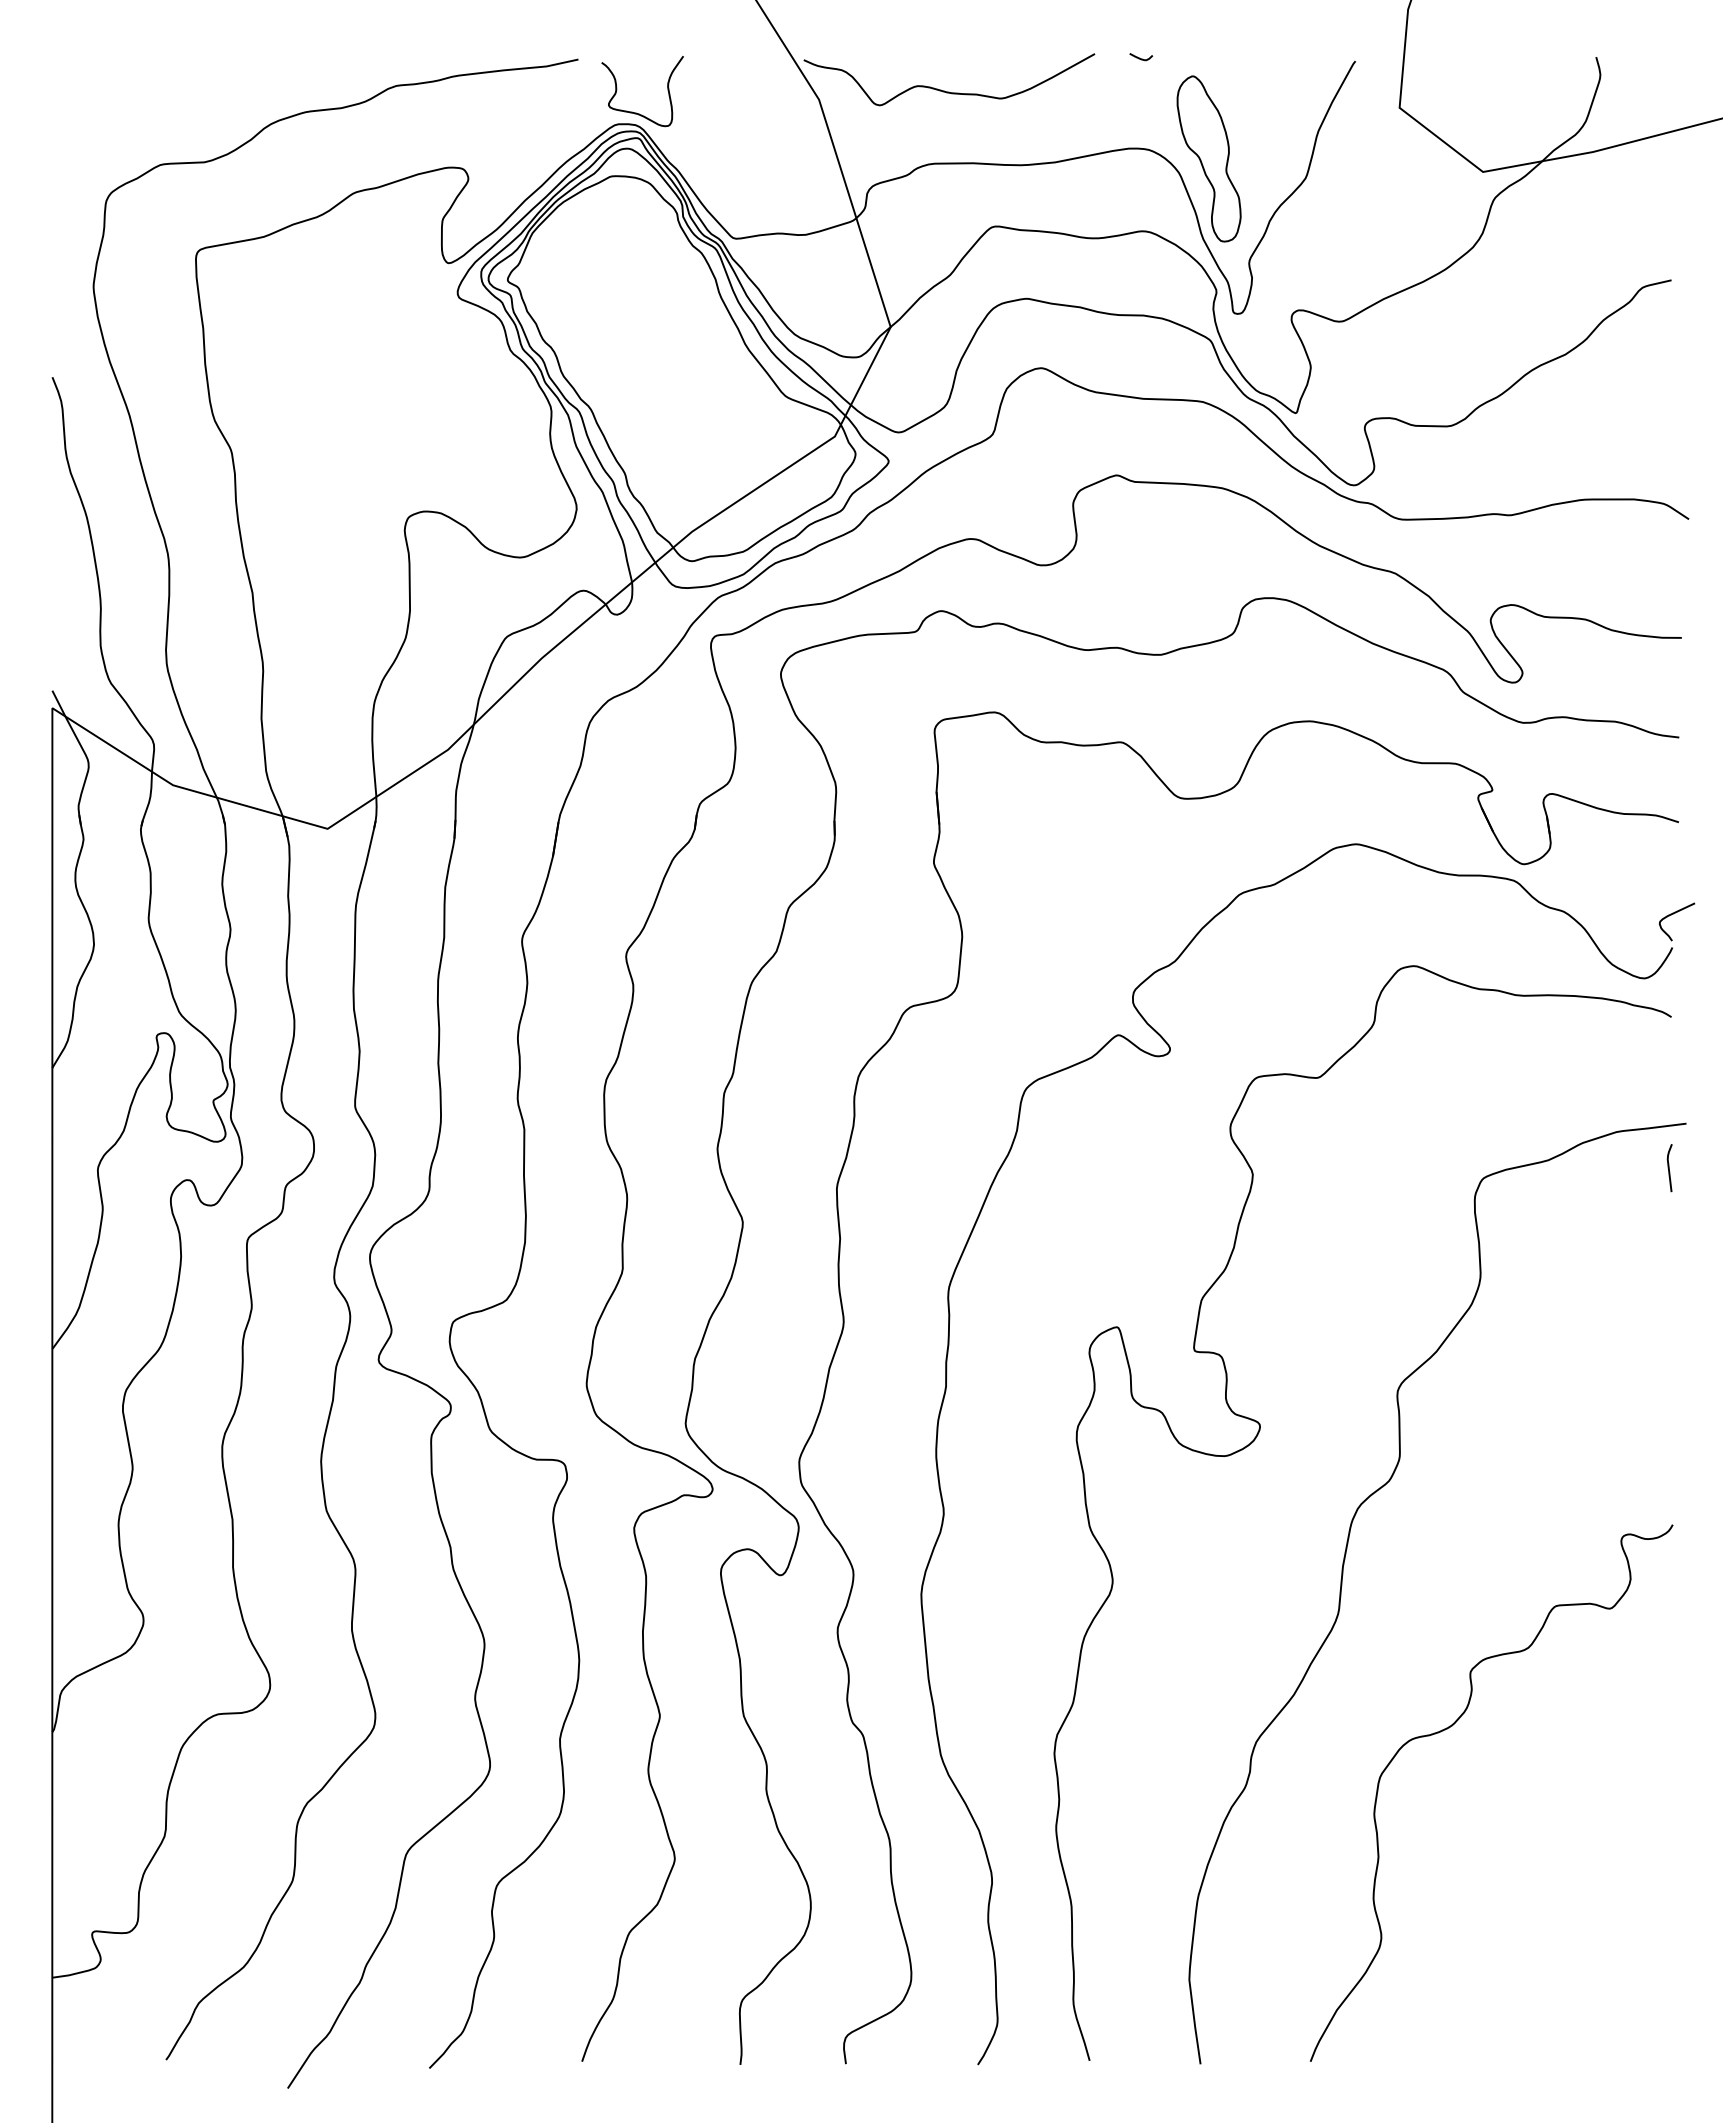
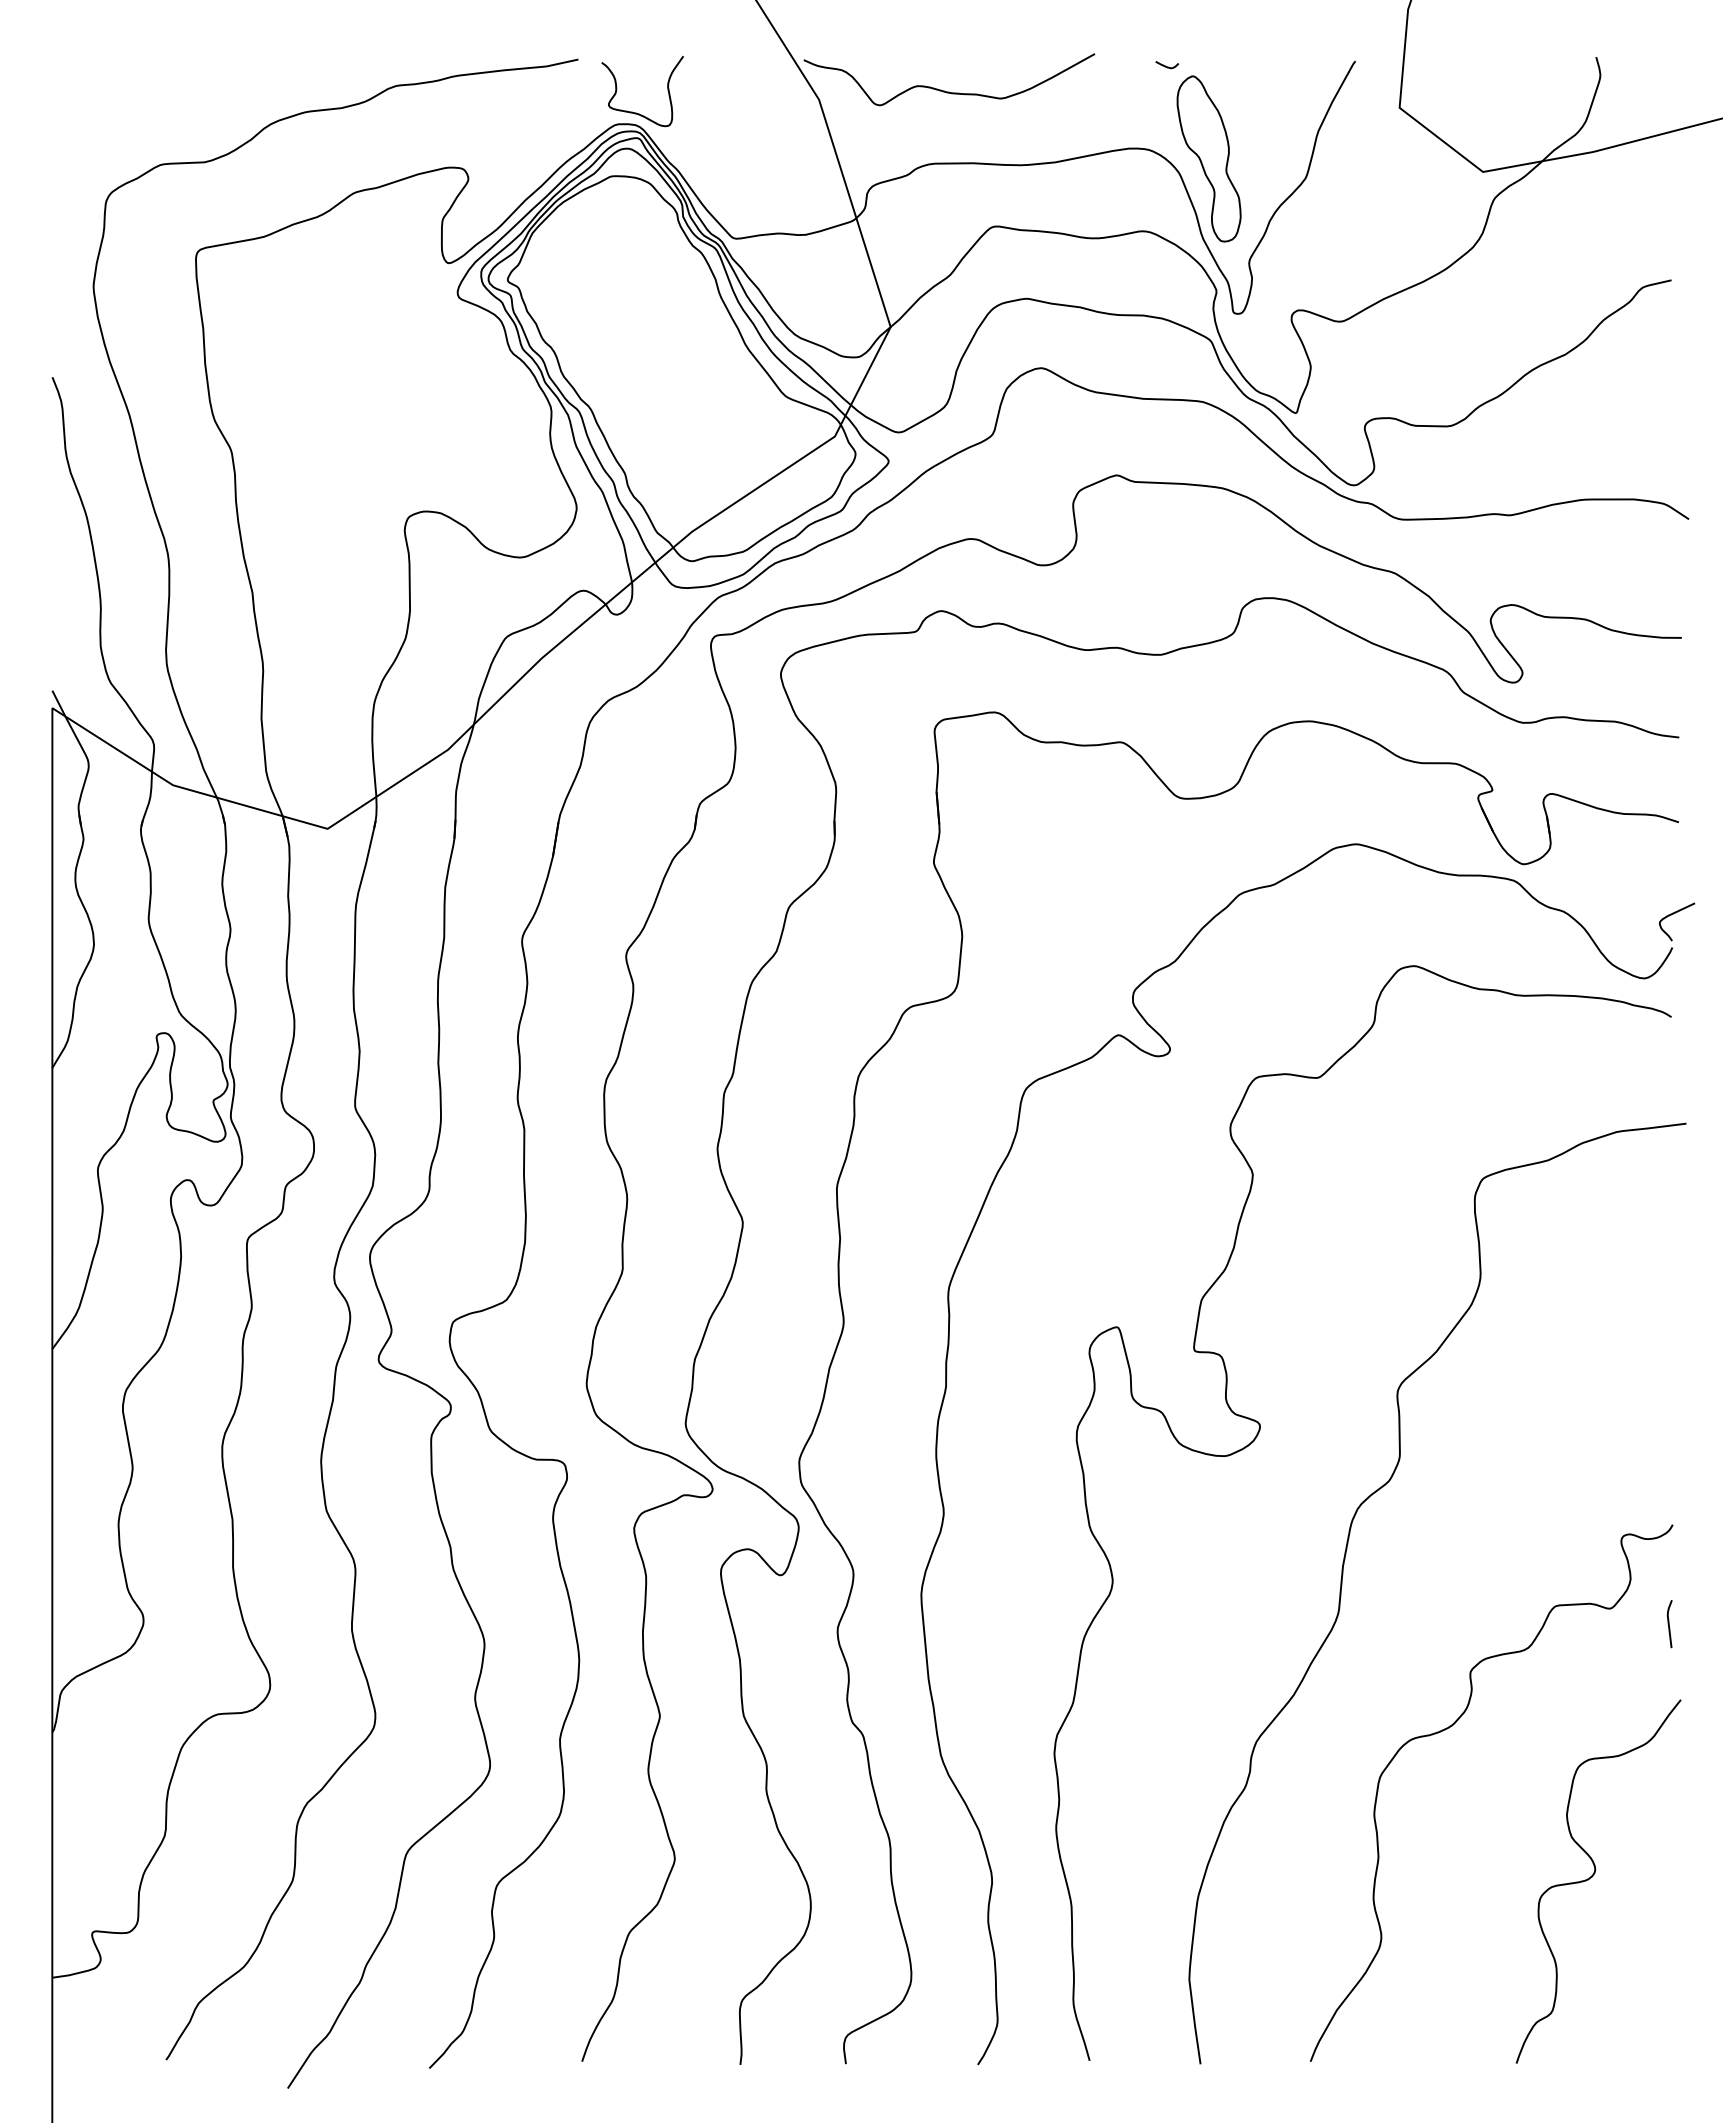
curve at (1141, 58) position: (1141, 58) -> (1167, 66)
line at (1669, 1168) position: (1669, 1168) -> (1669, 1624)
curve at (1593, 1876): none -> present
